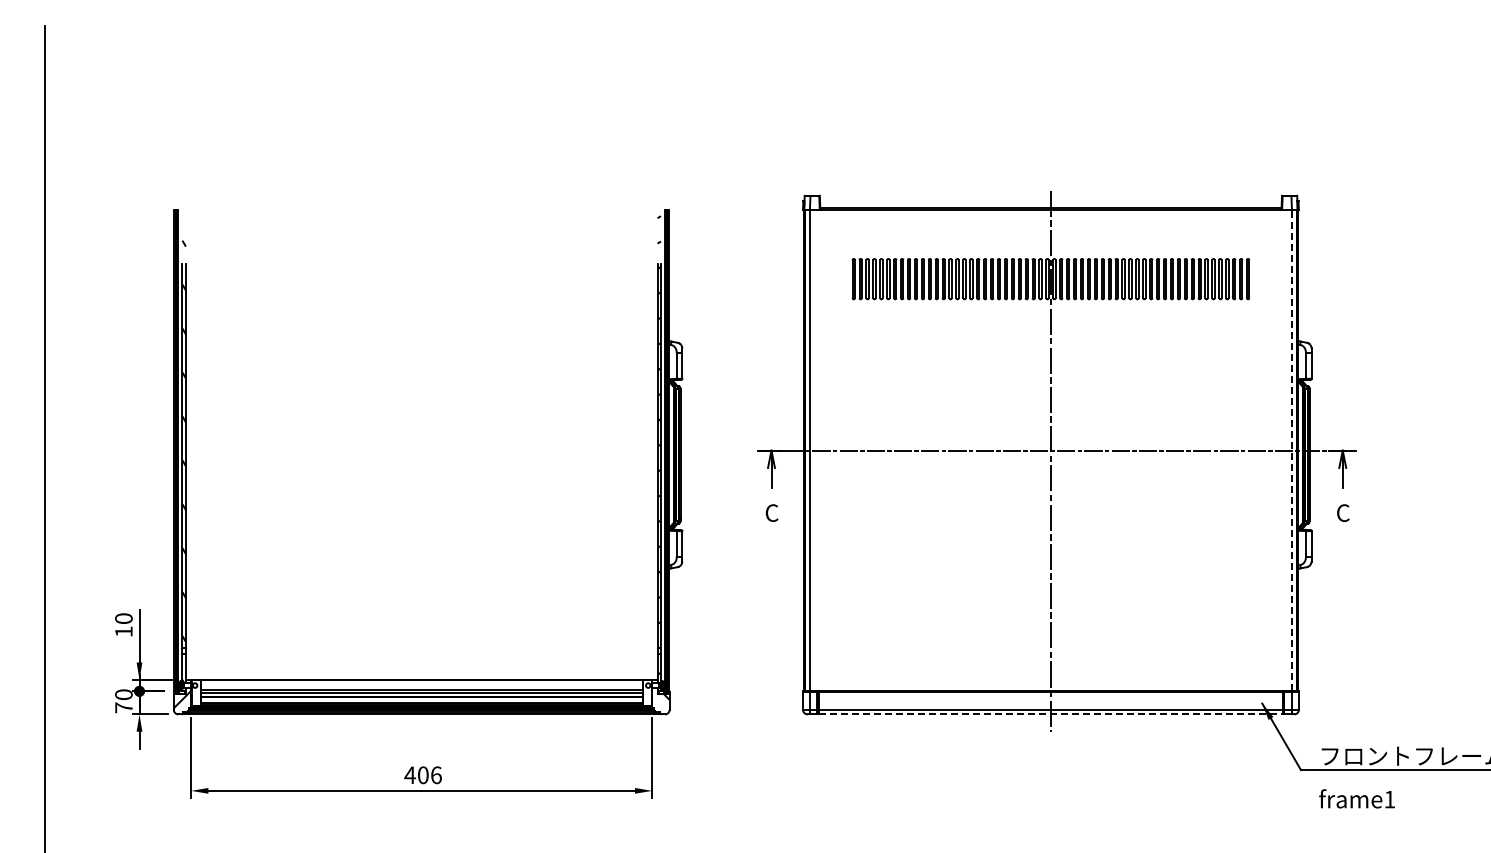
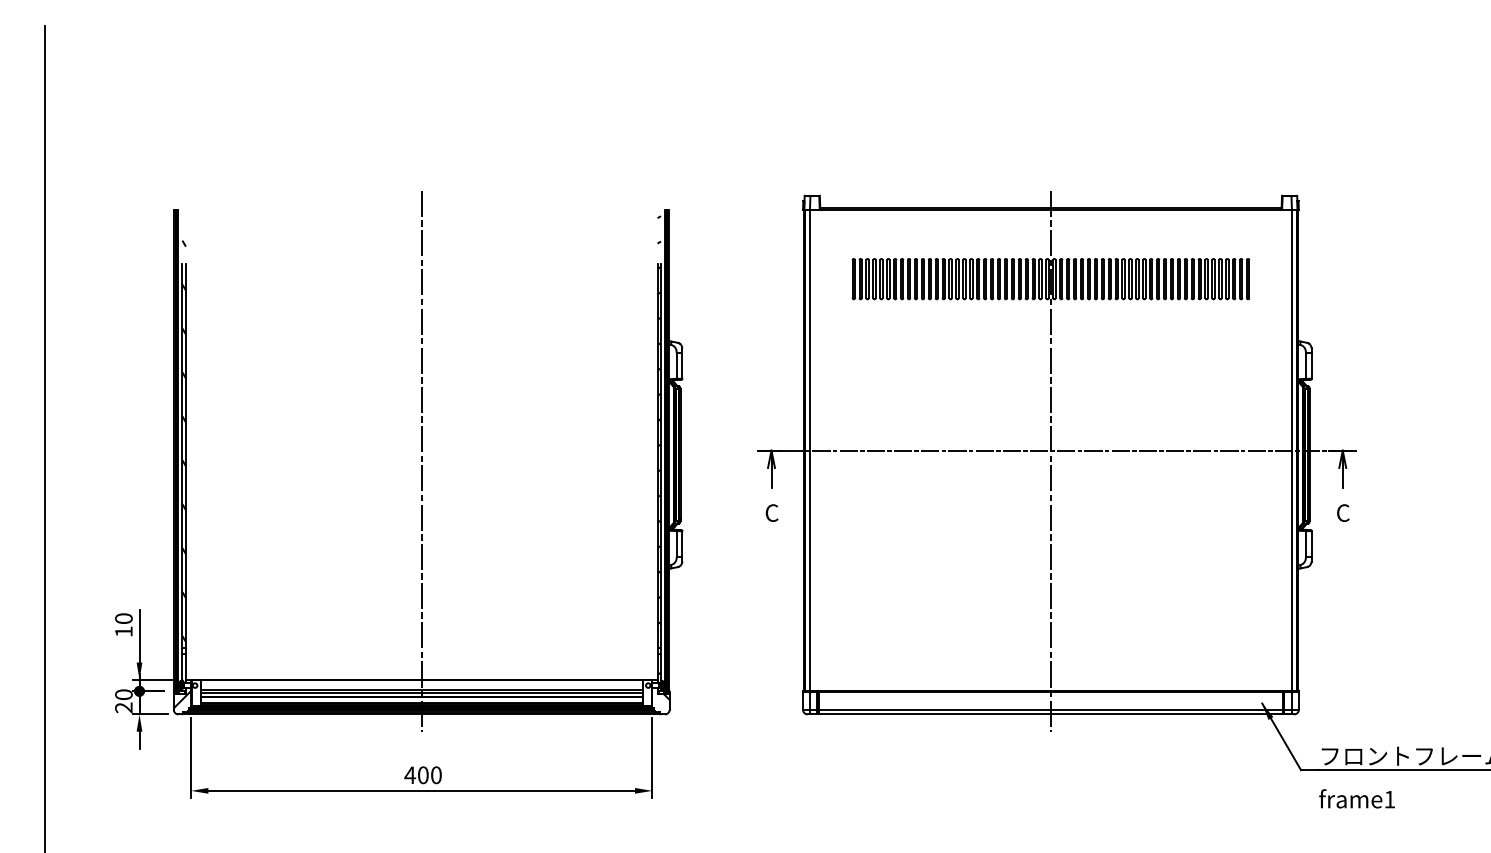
line at (1291, 450): dashed -> solid
line at (421, 460): none -> present
text at (123, 707): 70 -> 20
line at (1051, 714): dashed -> solid
text at (436, 775): 406 -> 400
